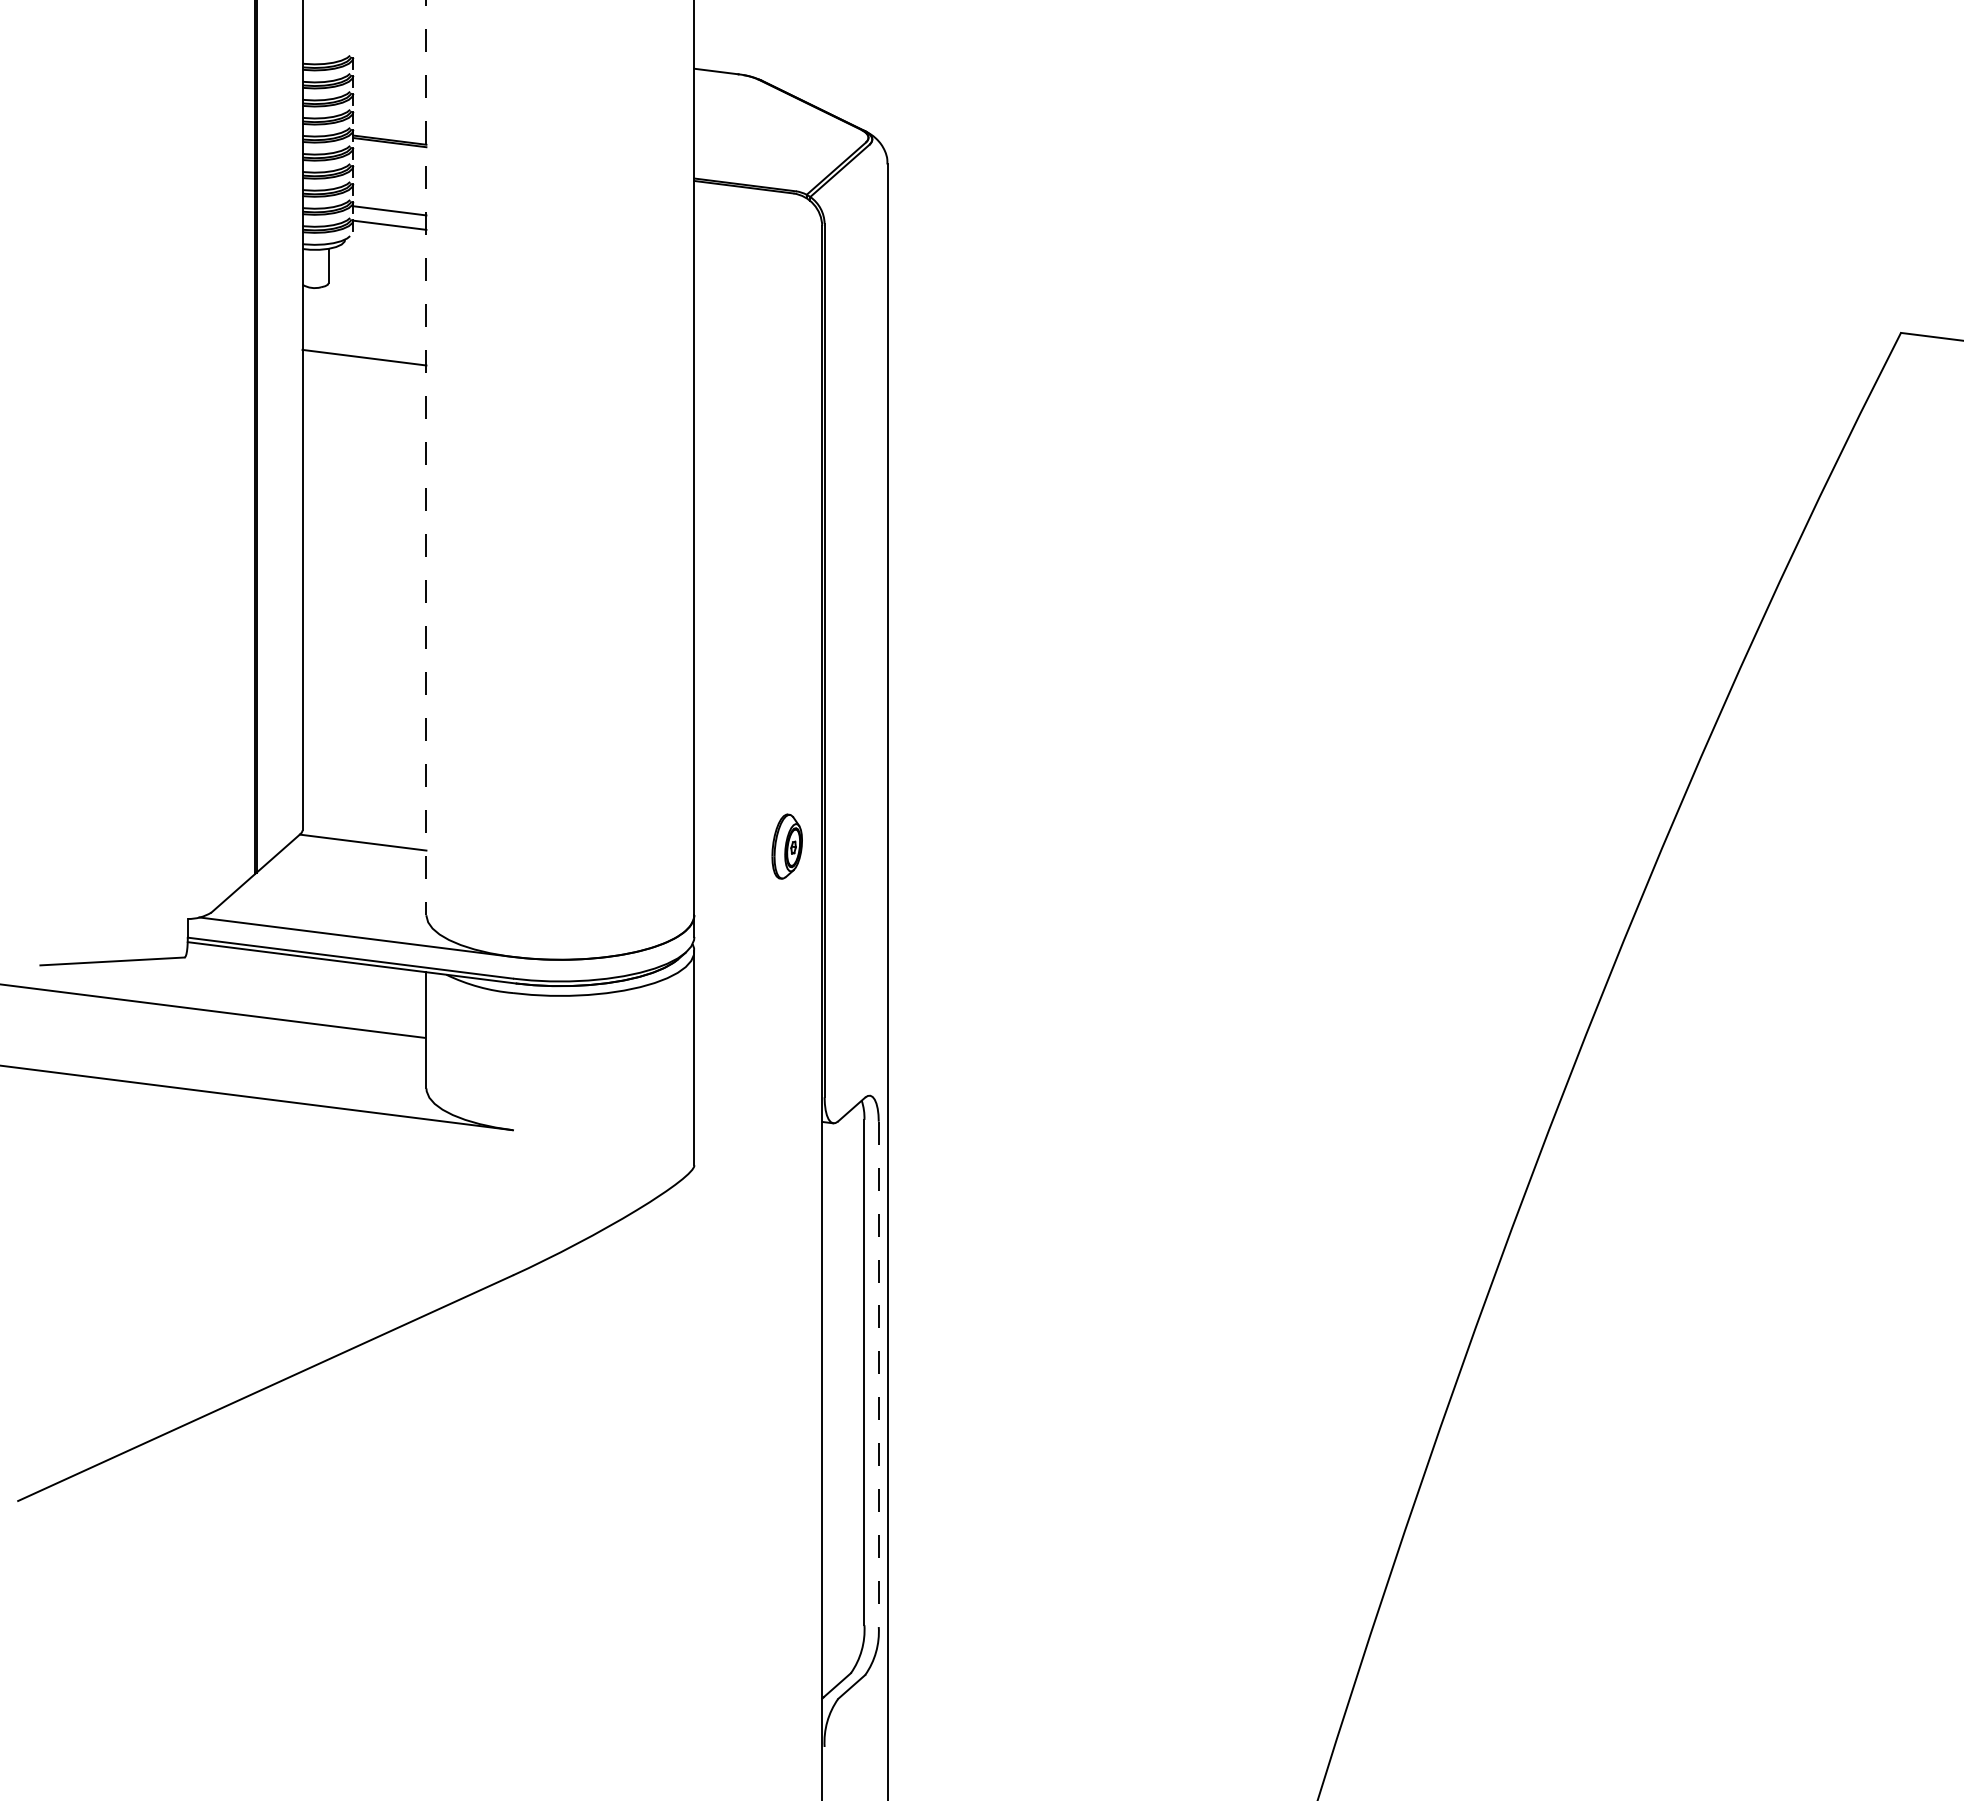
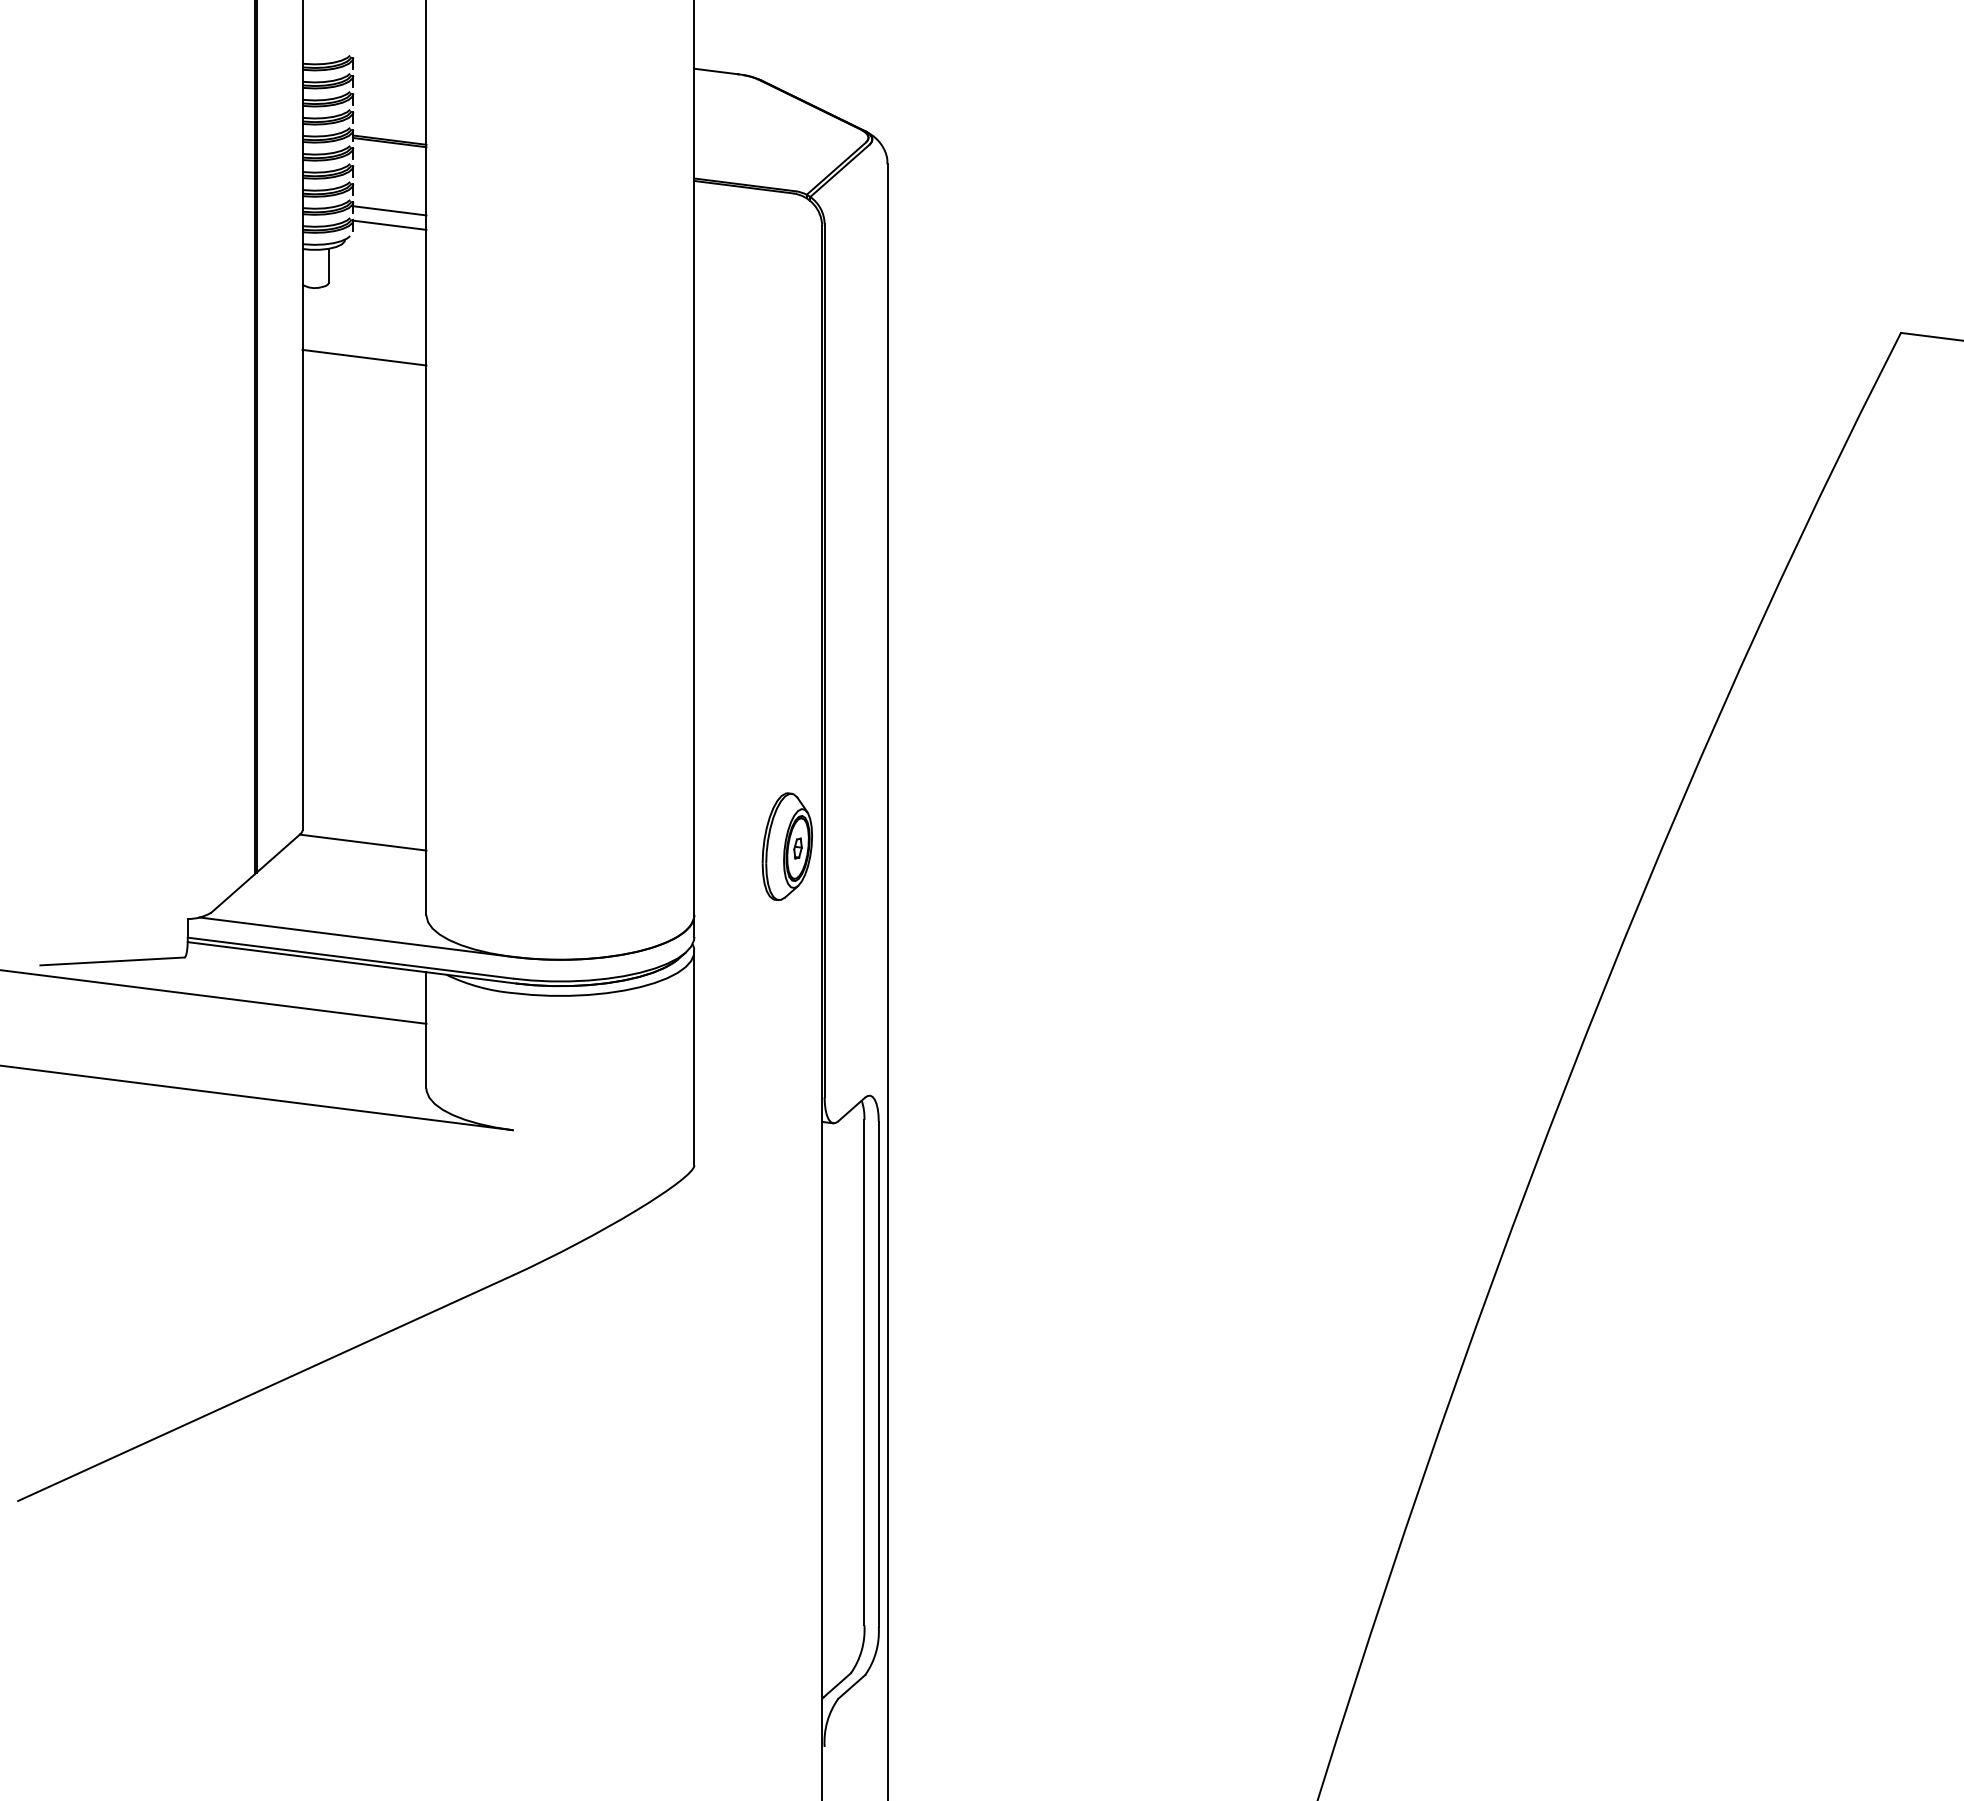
line at (426, 458): dashed -> solid
part at (786, 846) size: 32x67 px -> 52x109 px
line at (213, 1010) position: (213, 1010) -> (214, 996)
line at (878, 1374): dashed -> solid
